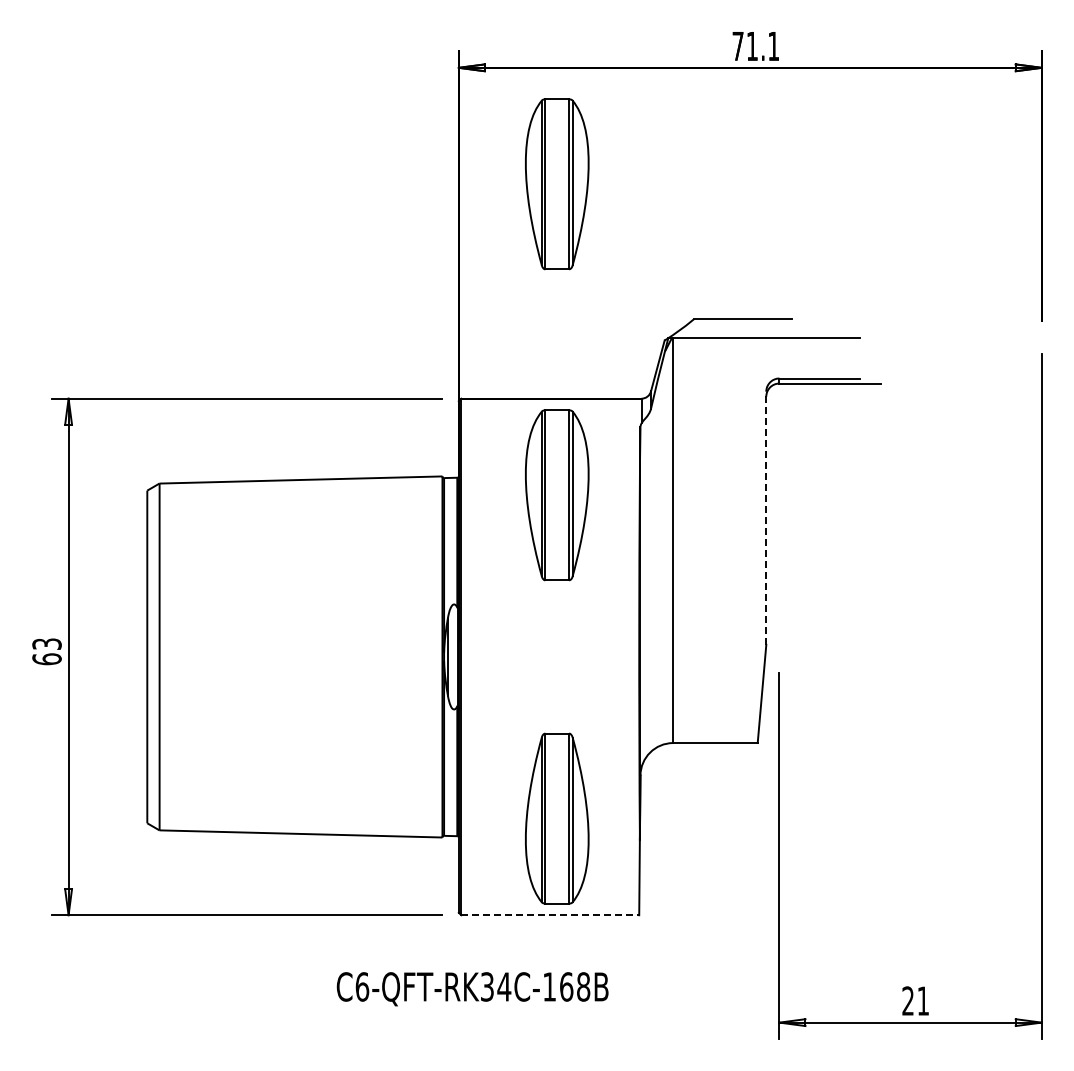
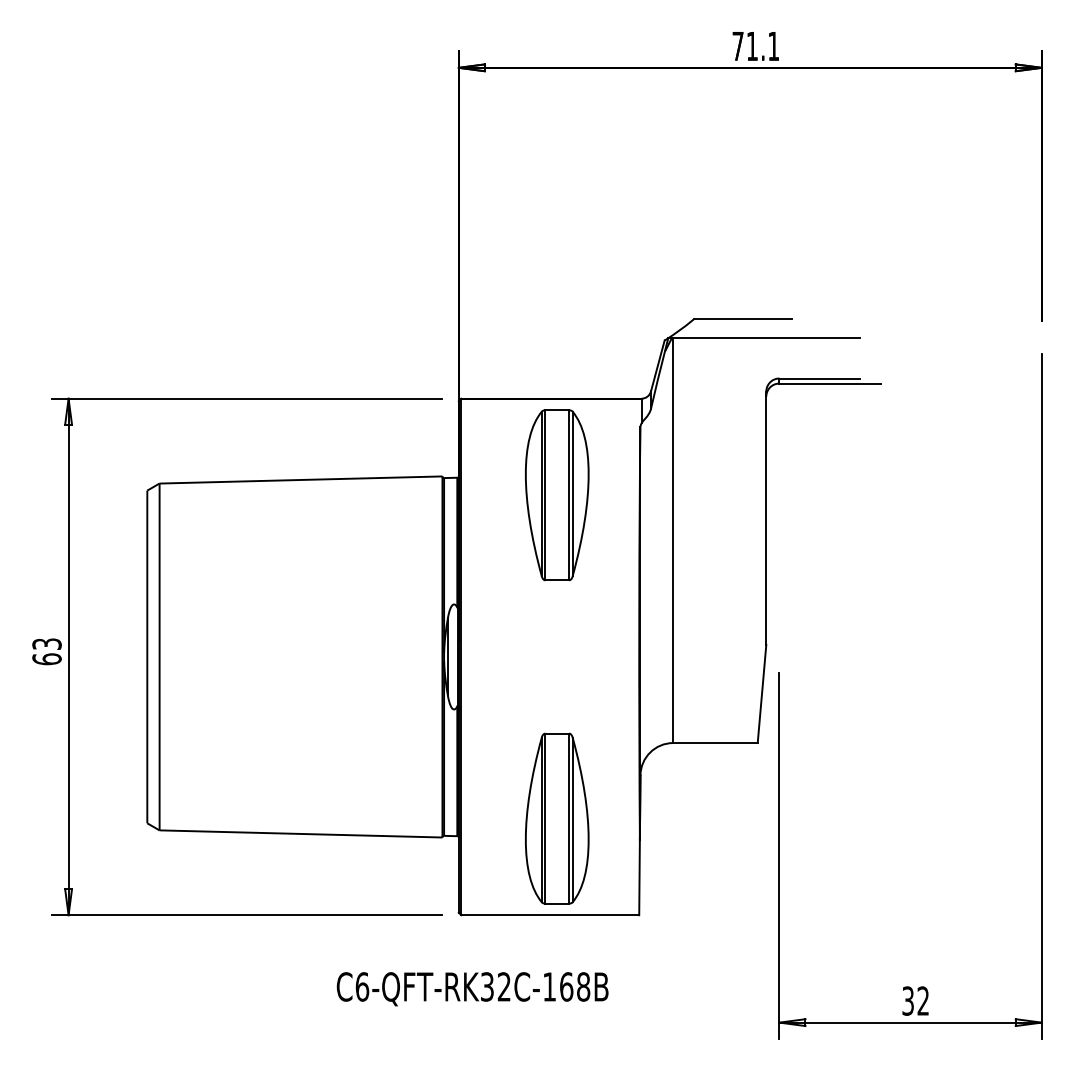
part at (557, 184): present -> none
line at (766, 518): dashed -> solid
line at (550, 915): dashed -> solid
text at (504, 986): C6-QFT-RK34C-168B -> C6-QFT-RK32C-168B
text at (915, 1000): 21 -> 32
